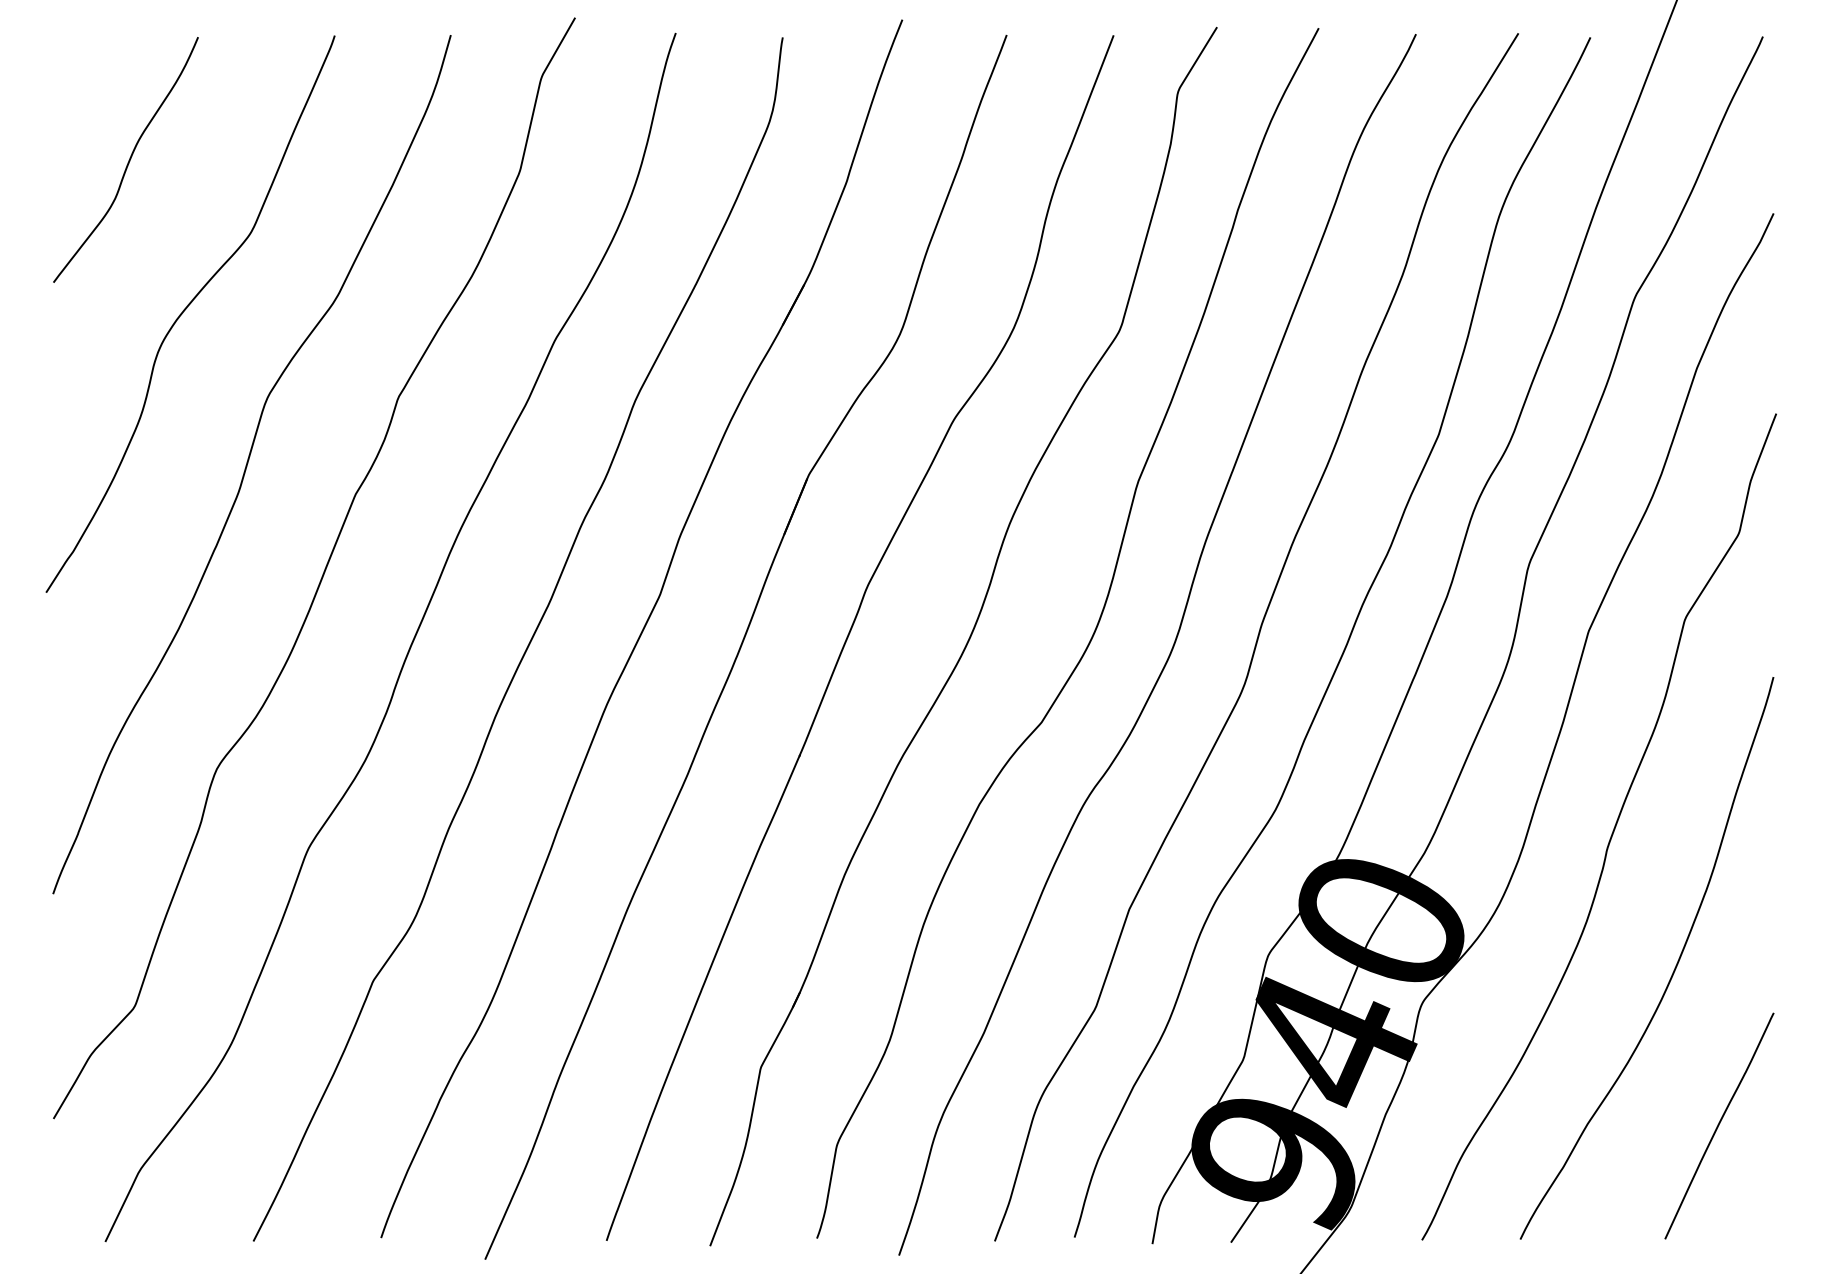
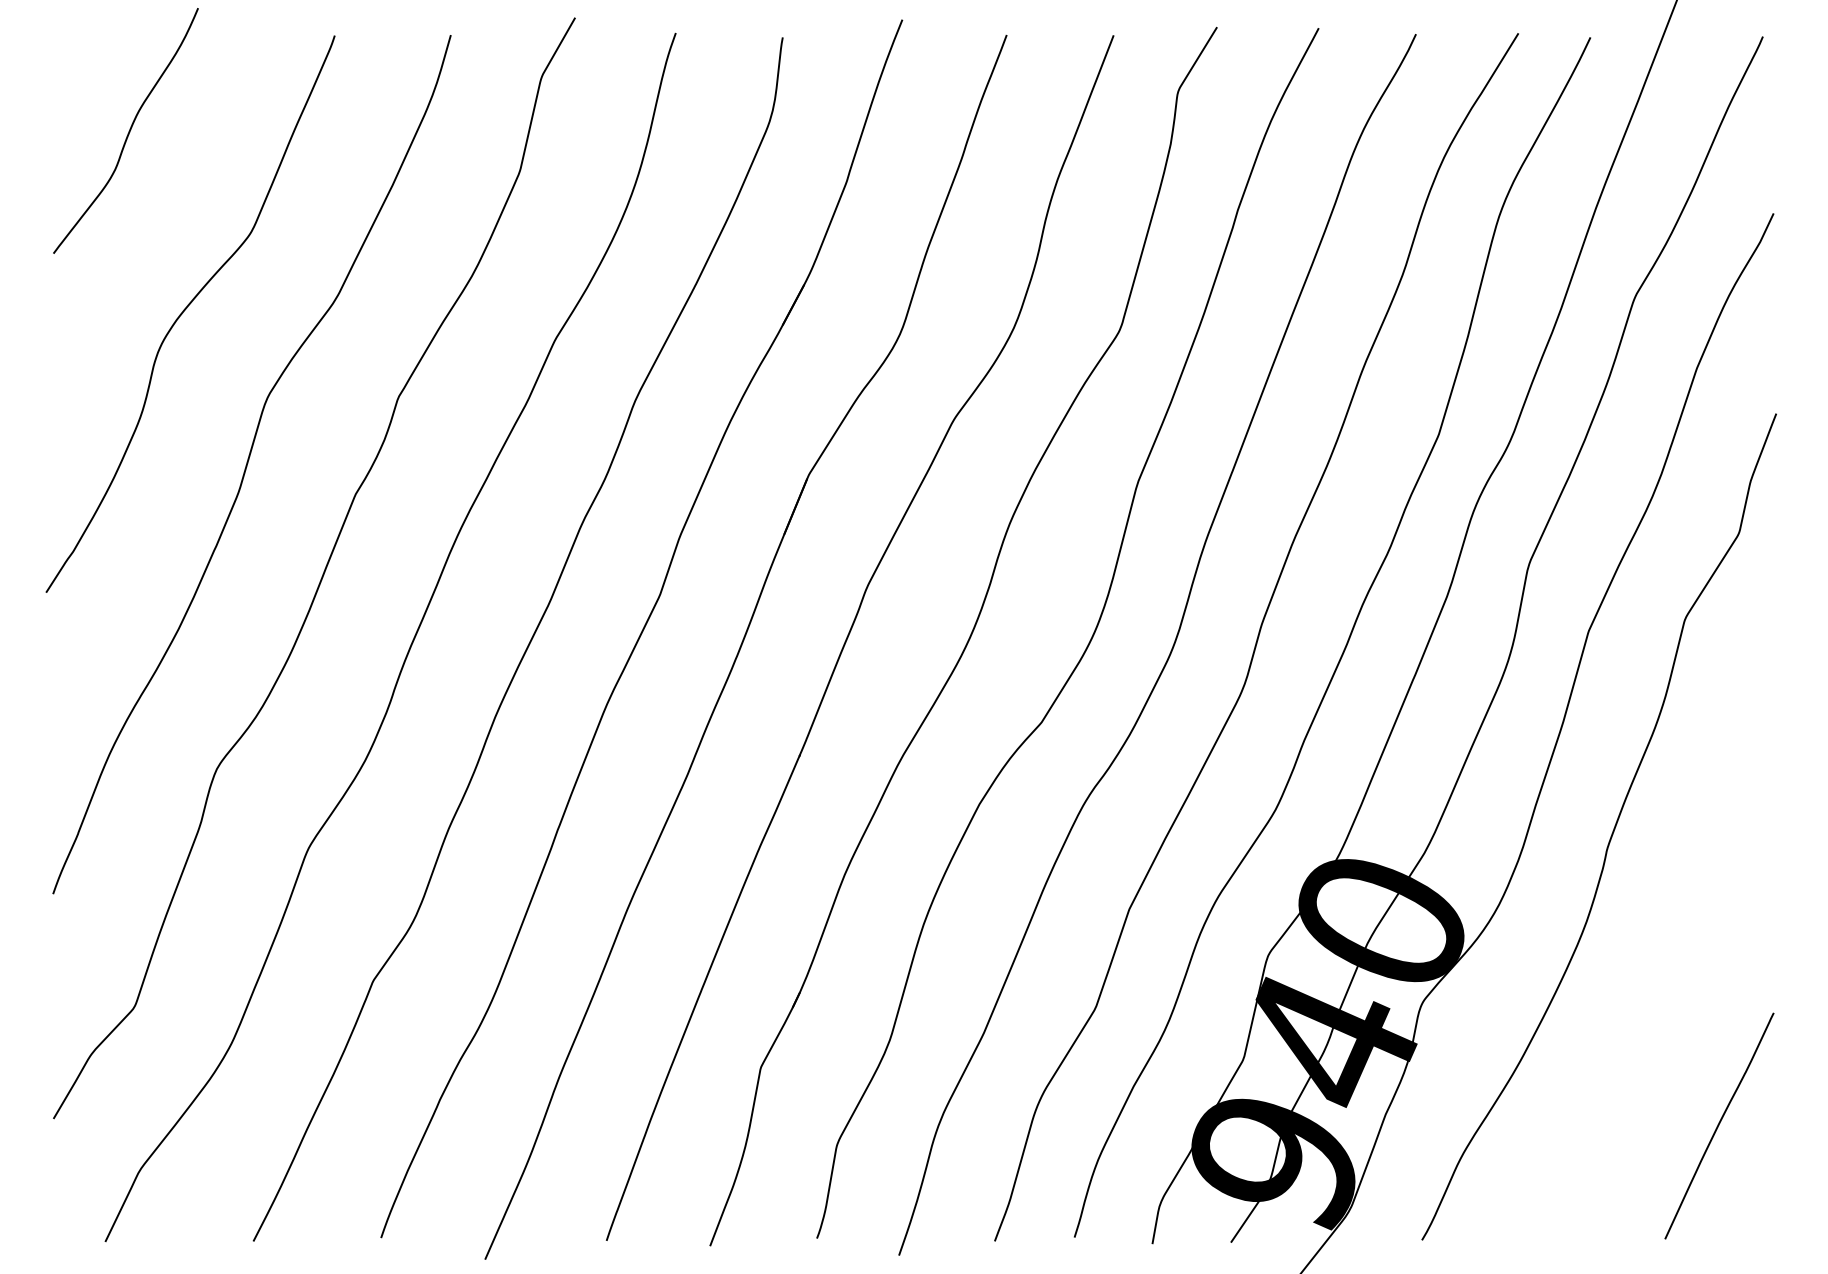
curve at (128, 160) position: (128, 160) -> (128, 131)
curve at (1674, 967): present -> none
